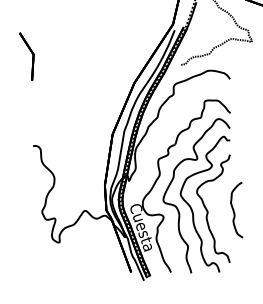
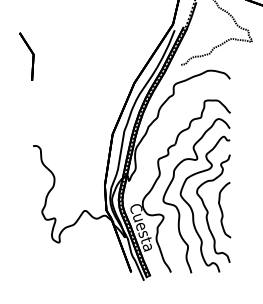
curve at (234, 210) position: (234, 210) -> (222, 210)
